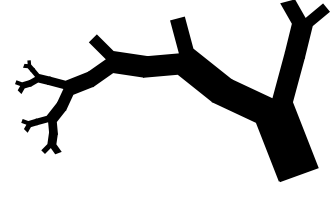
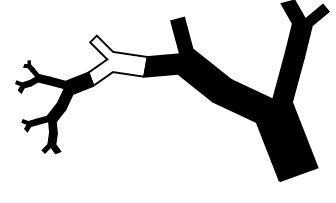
fill at (117, 60): present -> none
